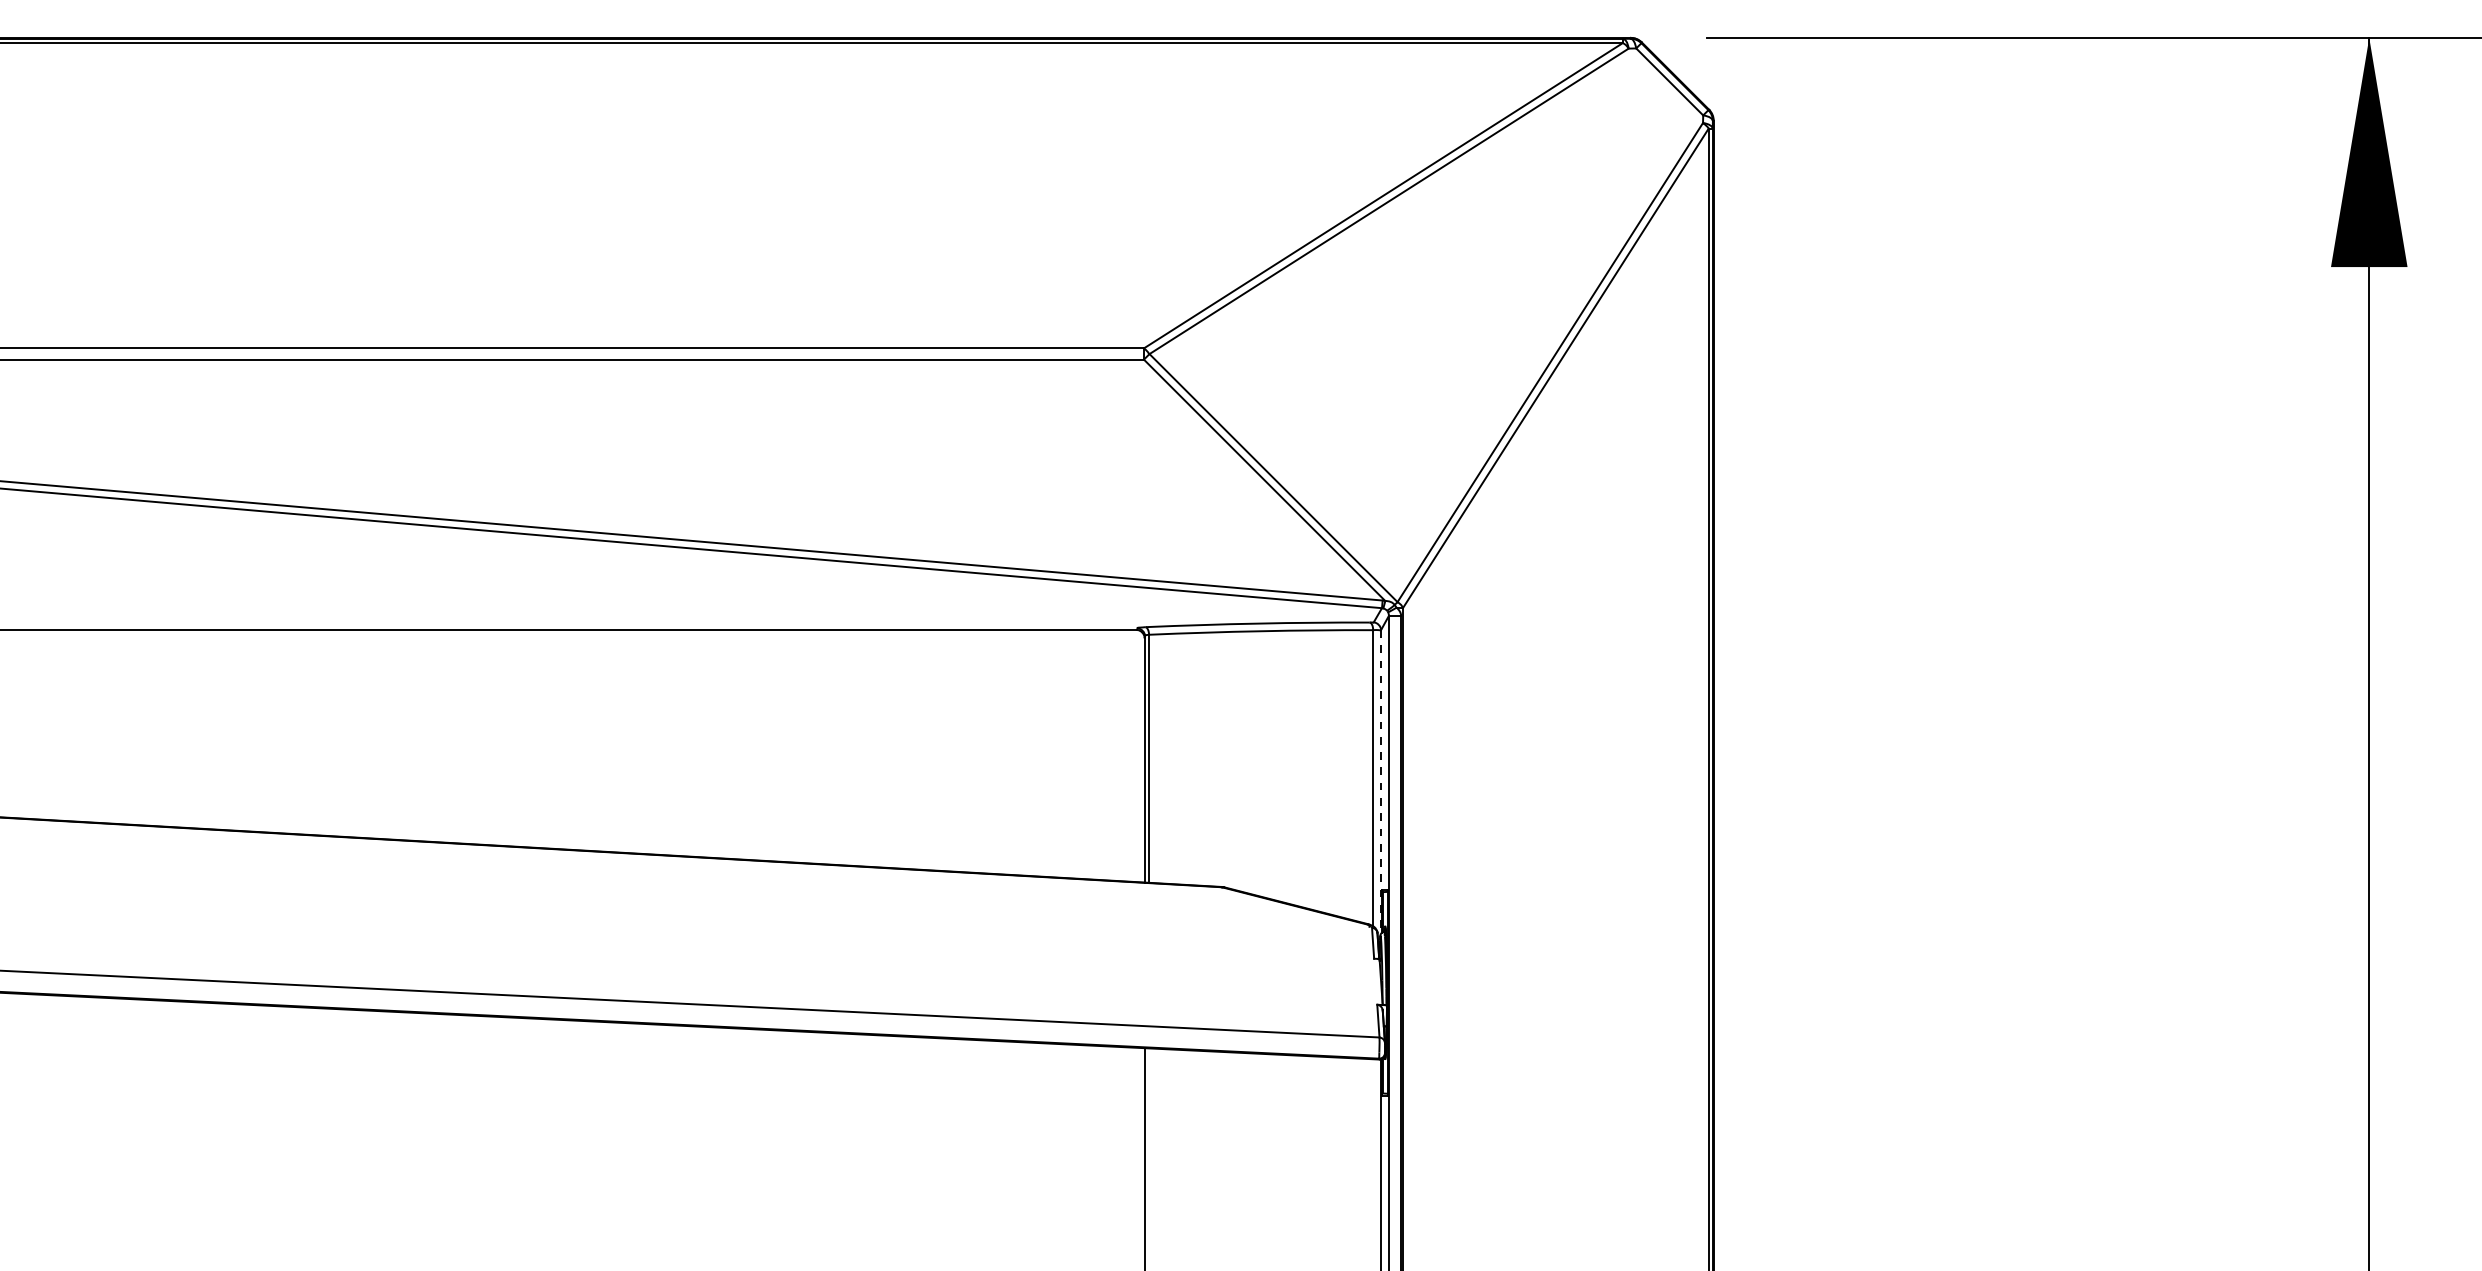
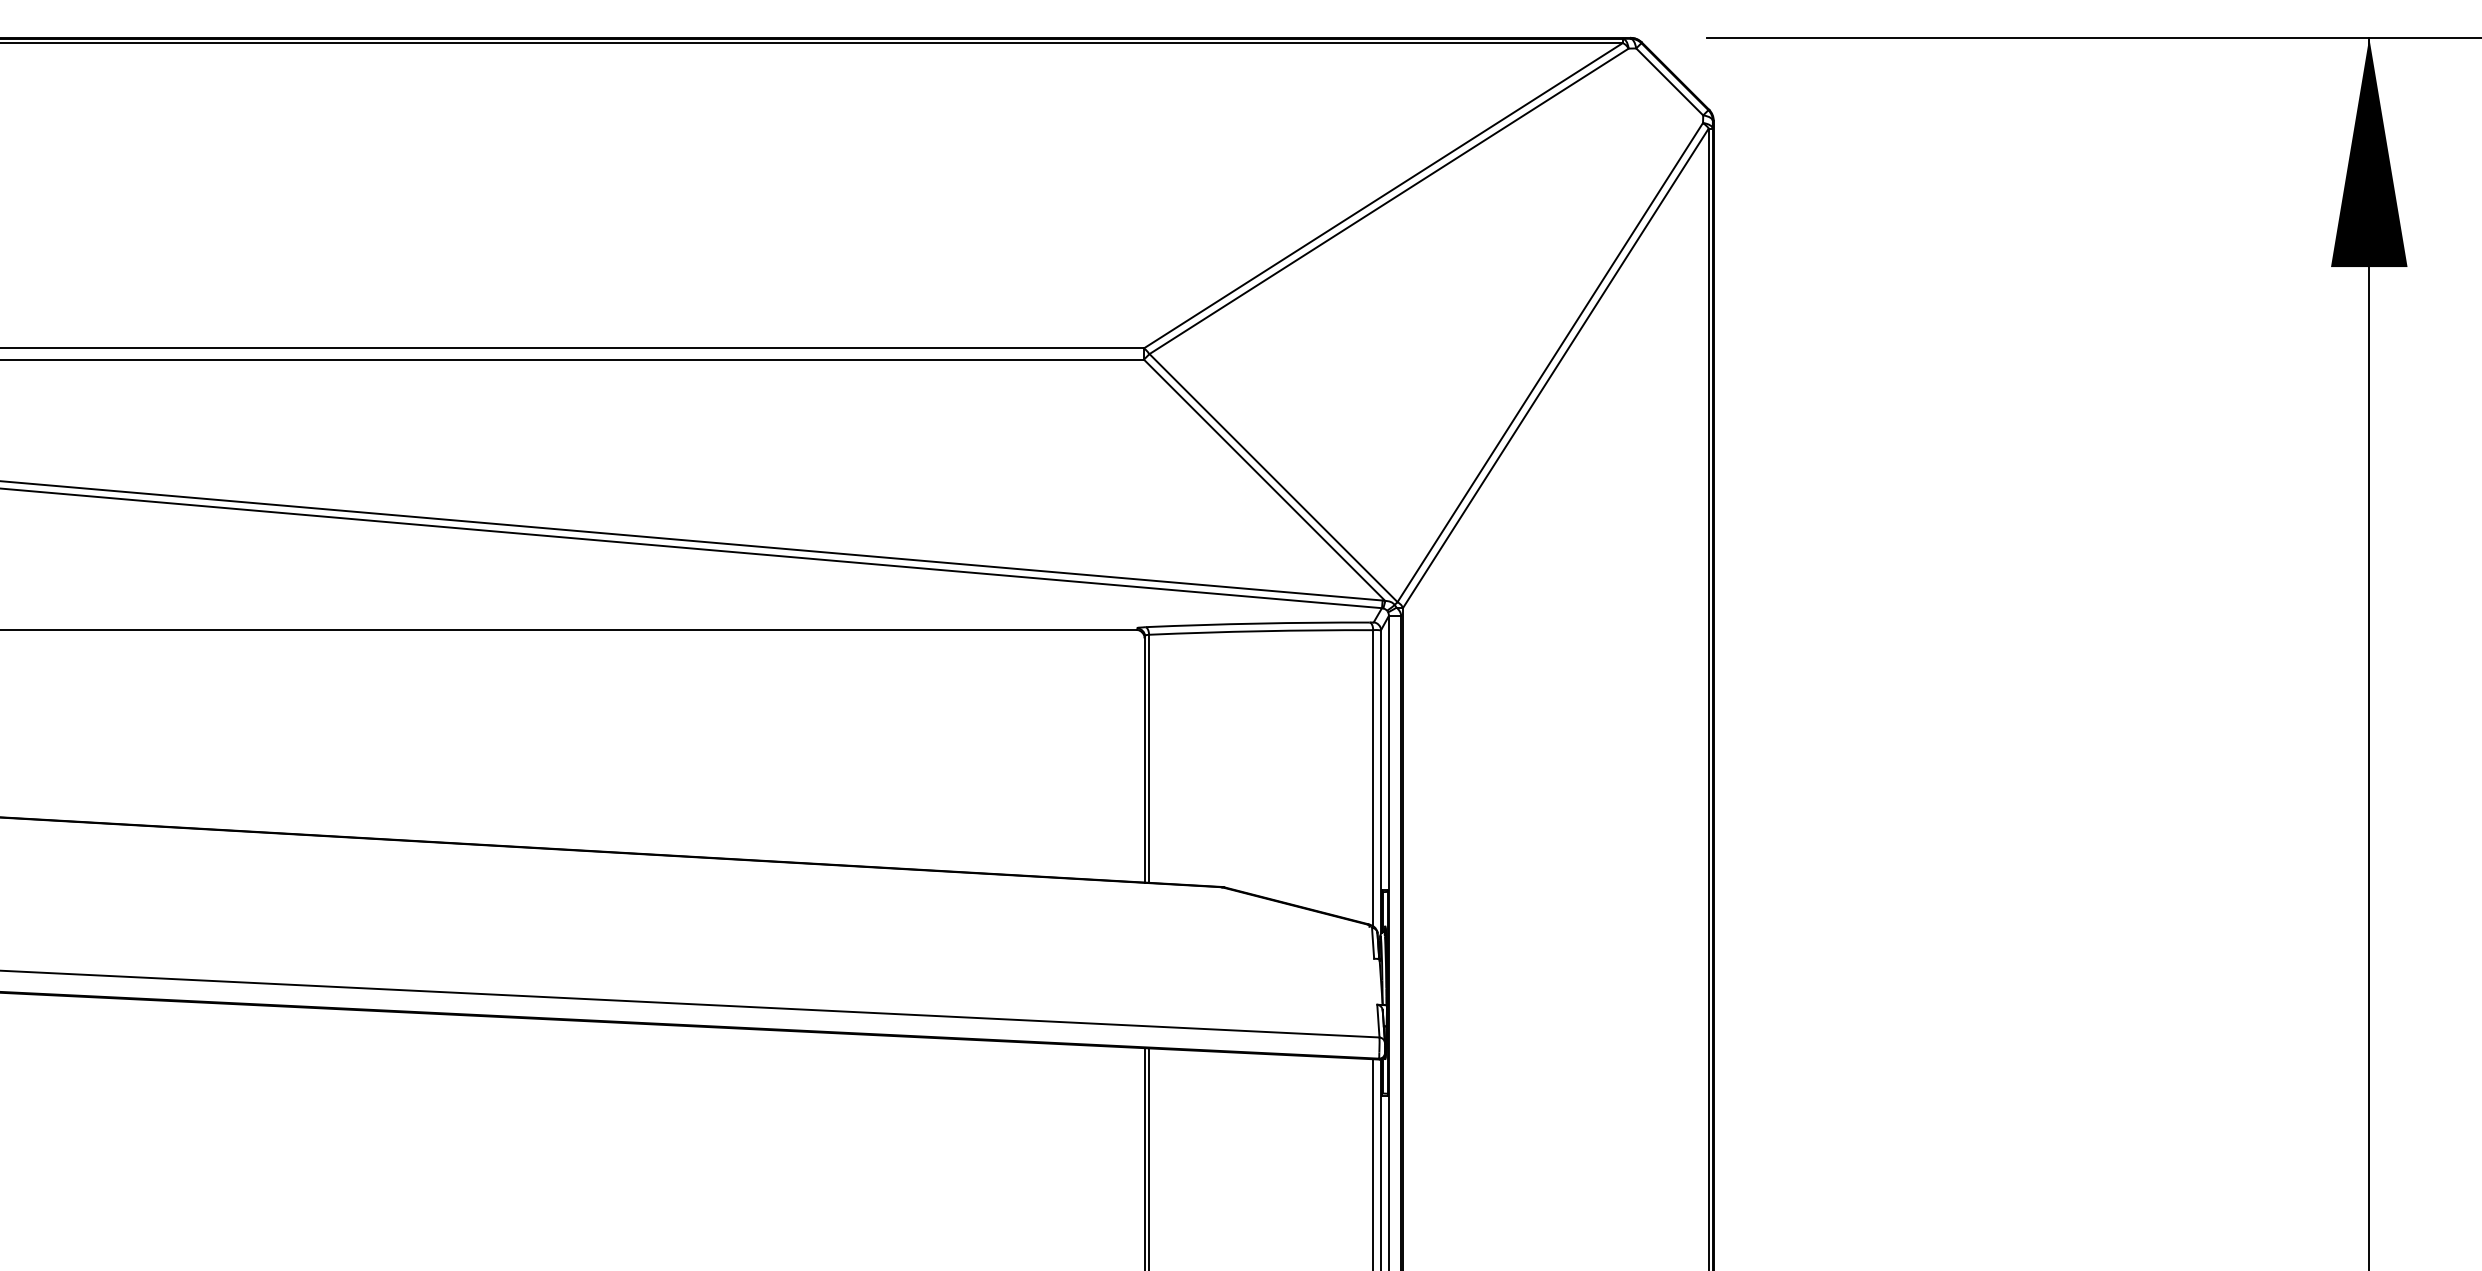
line at (1381, 781): dashed -> solid
line at (1149, 1157): none -> present
line at (1373, 1163): none -> present
